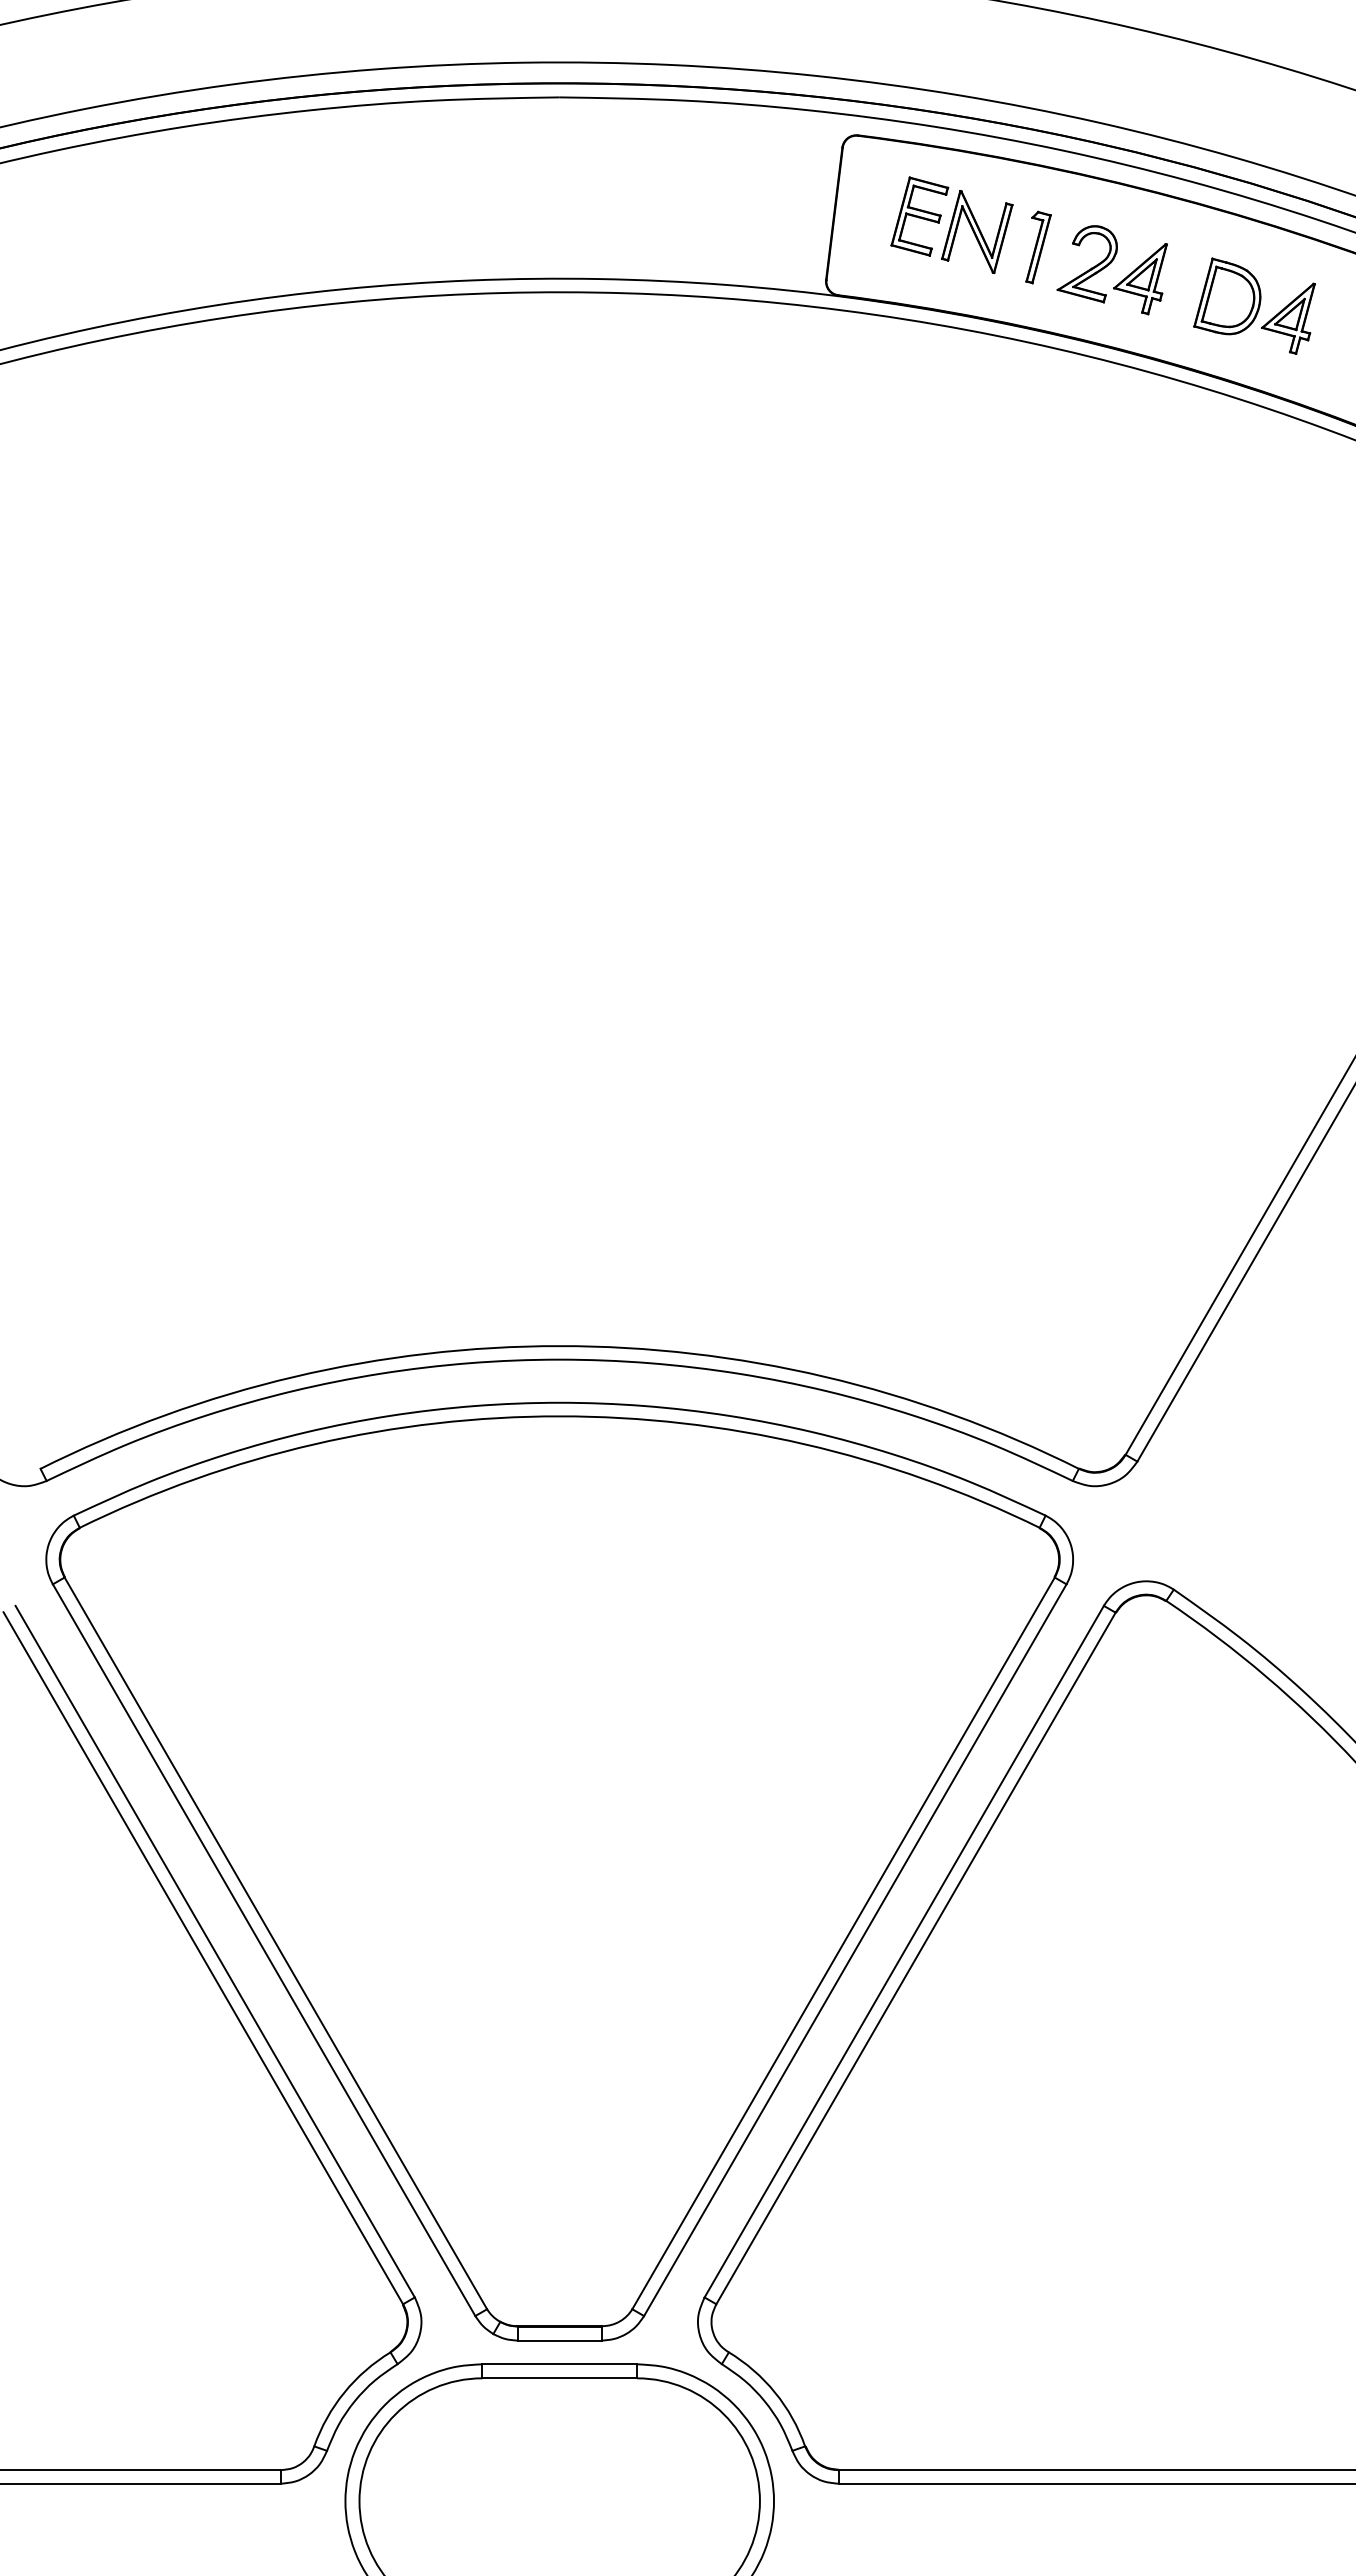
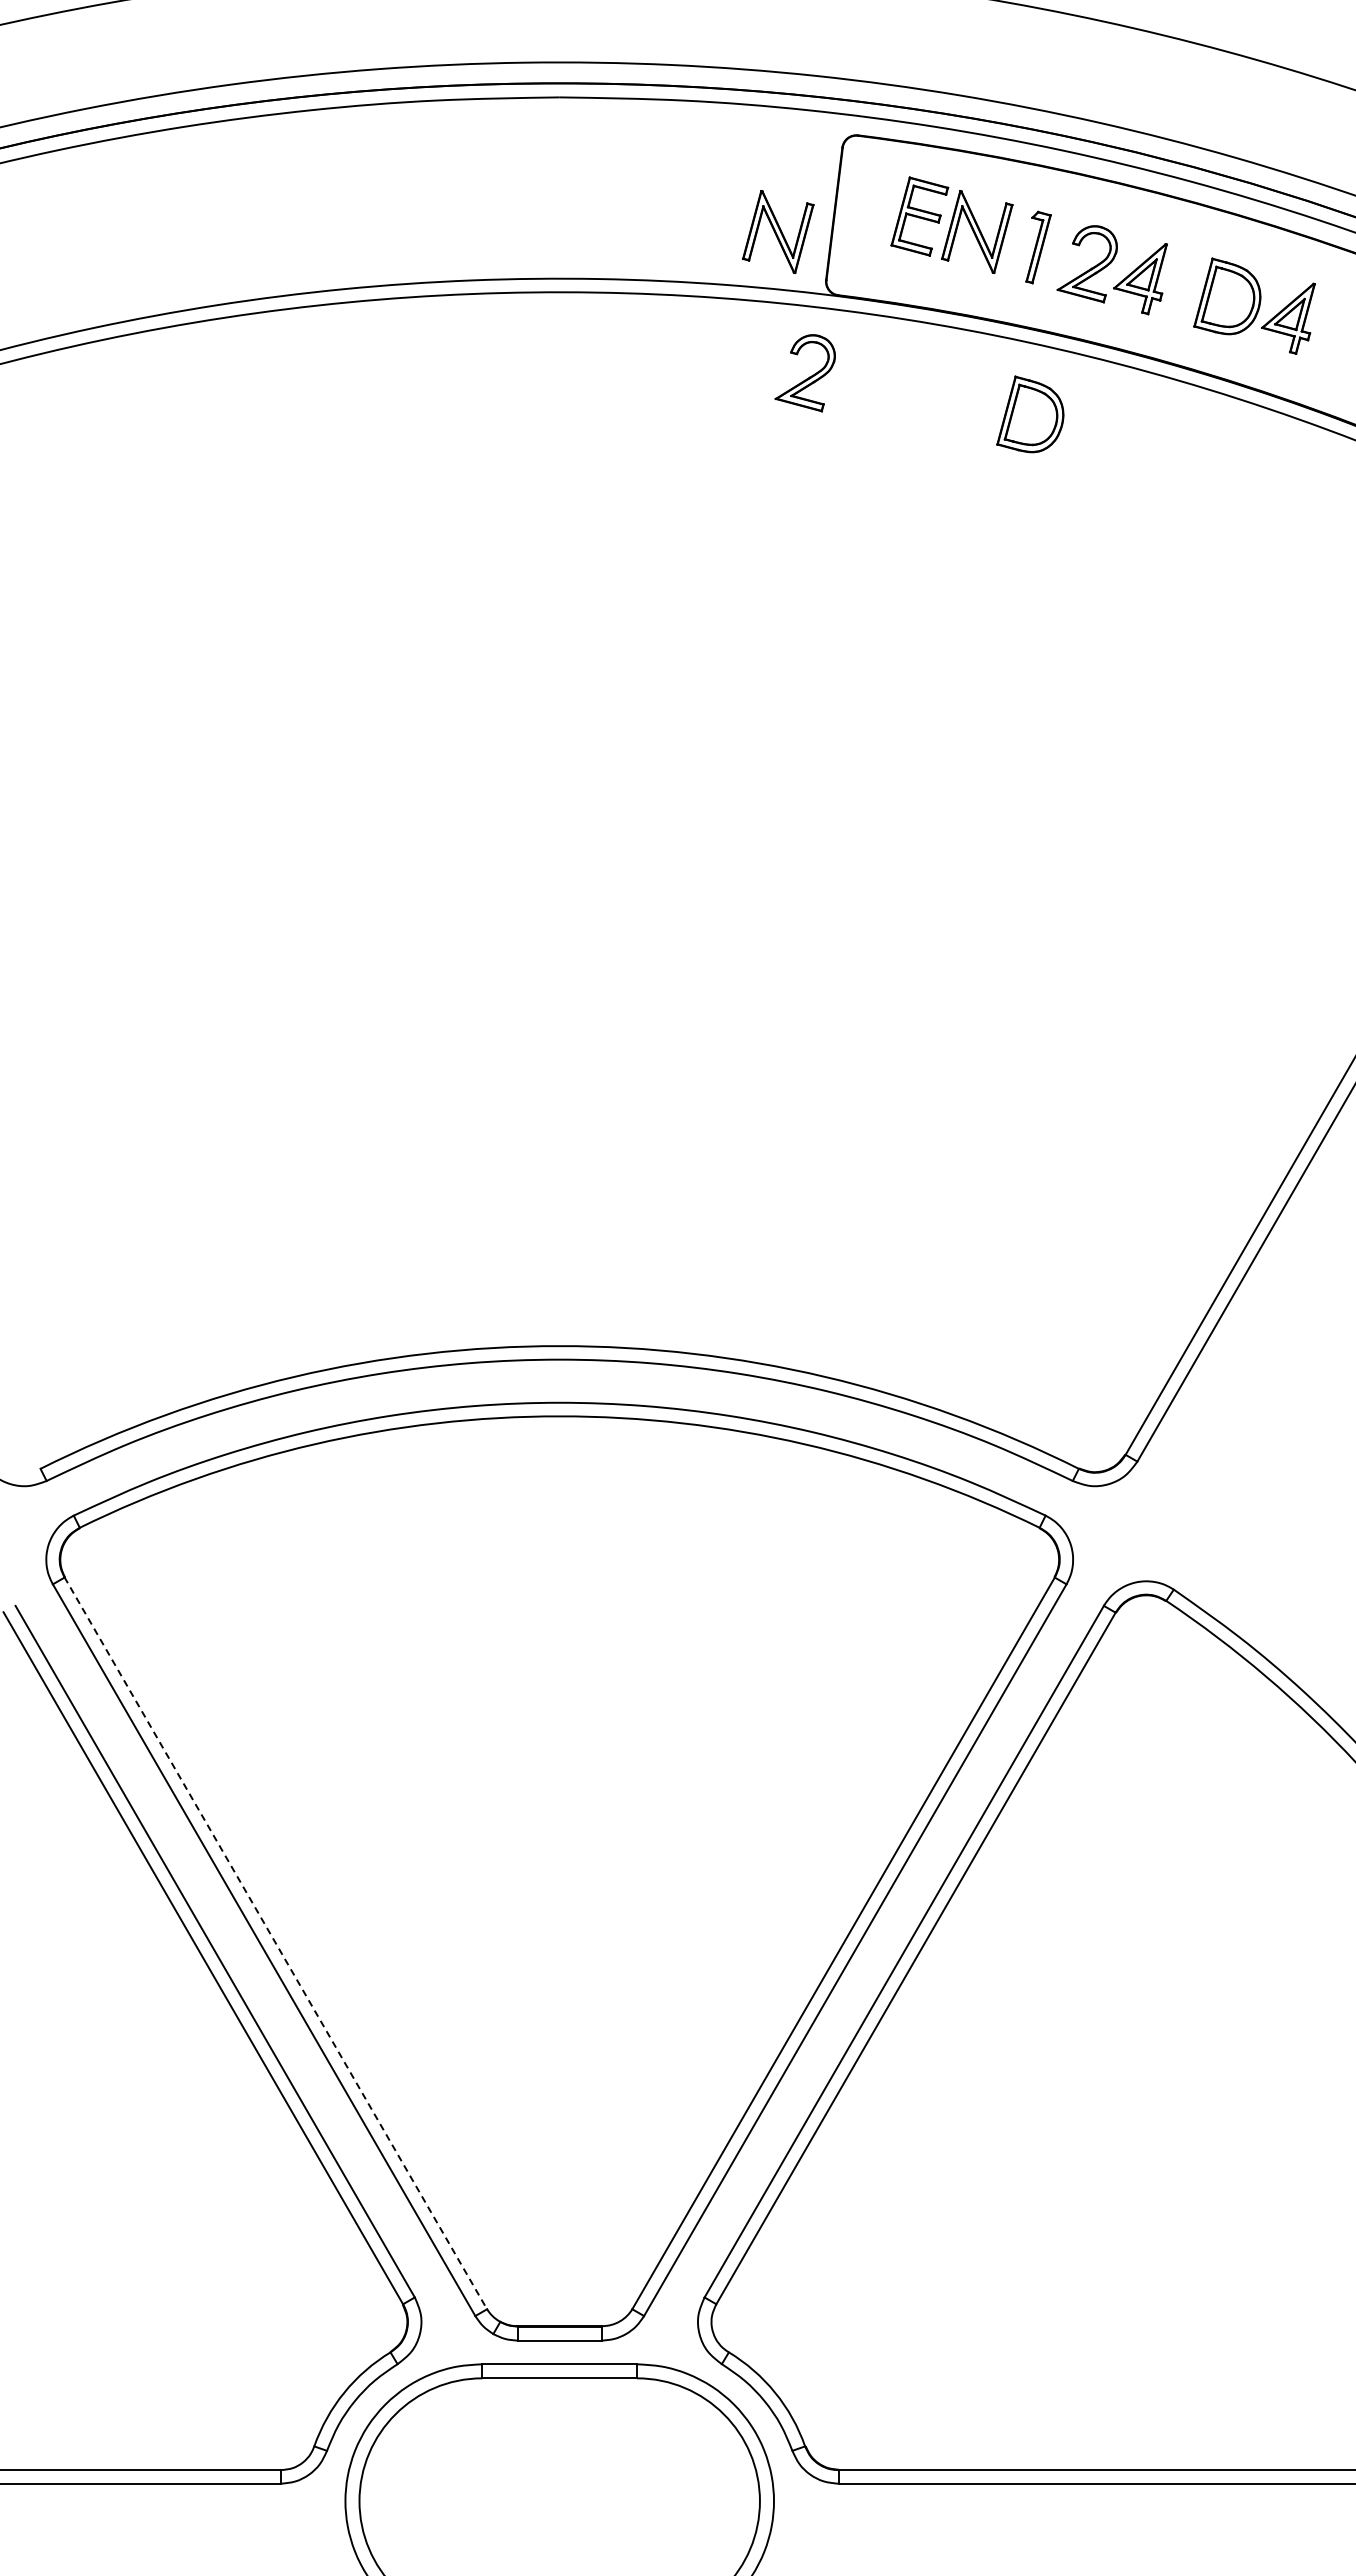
part at (778, 231): none -> present
part at (804, 373): none -> present
part at (1030, 414): none -> present
line at (275, 1943): solid -> dashed
